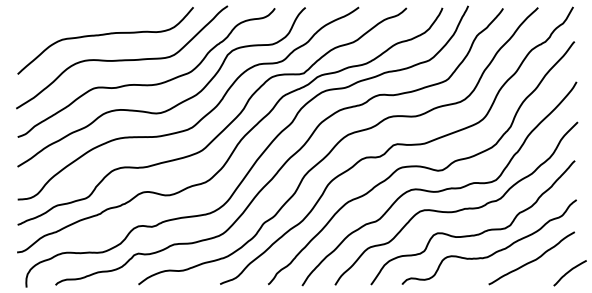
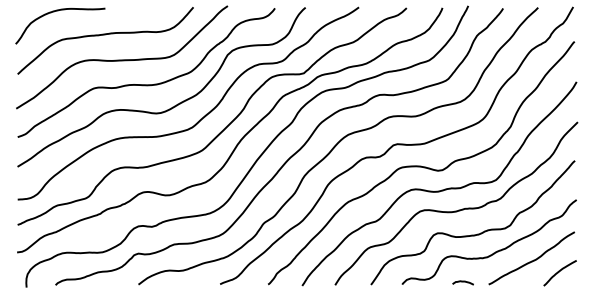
curve at (58, 11): none -> present
curve at (569, 272) position: (569, 272) -> (559, 272)
curve at (462, 282): none -> present
